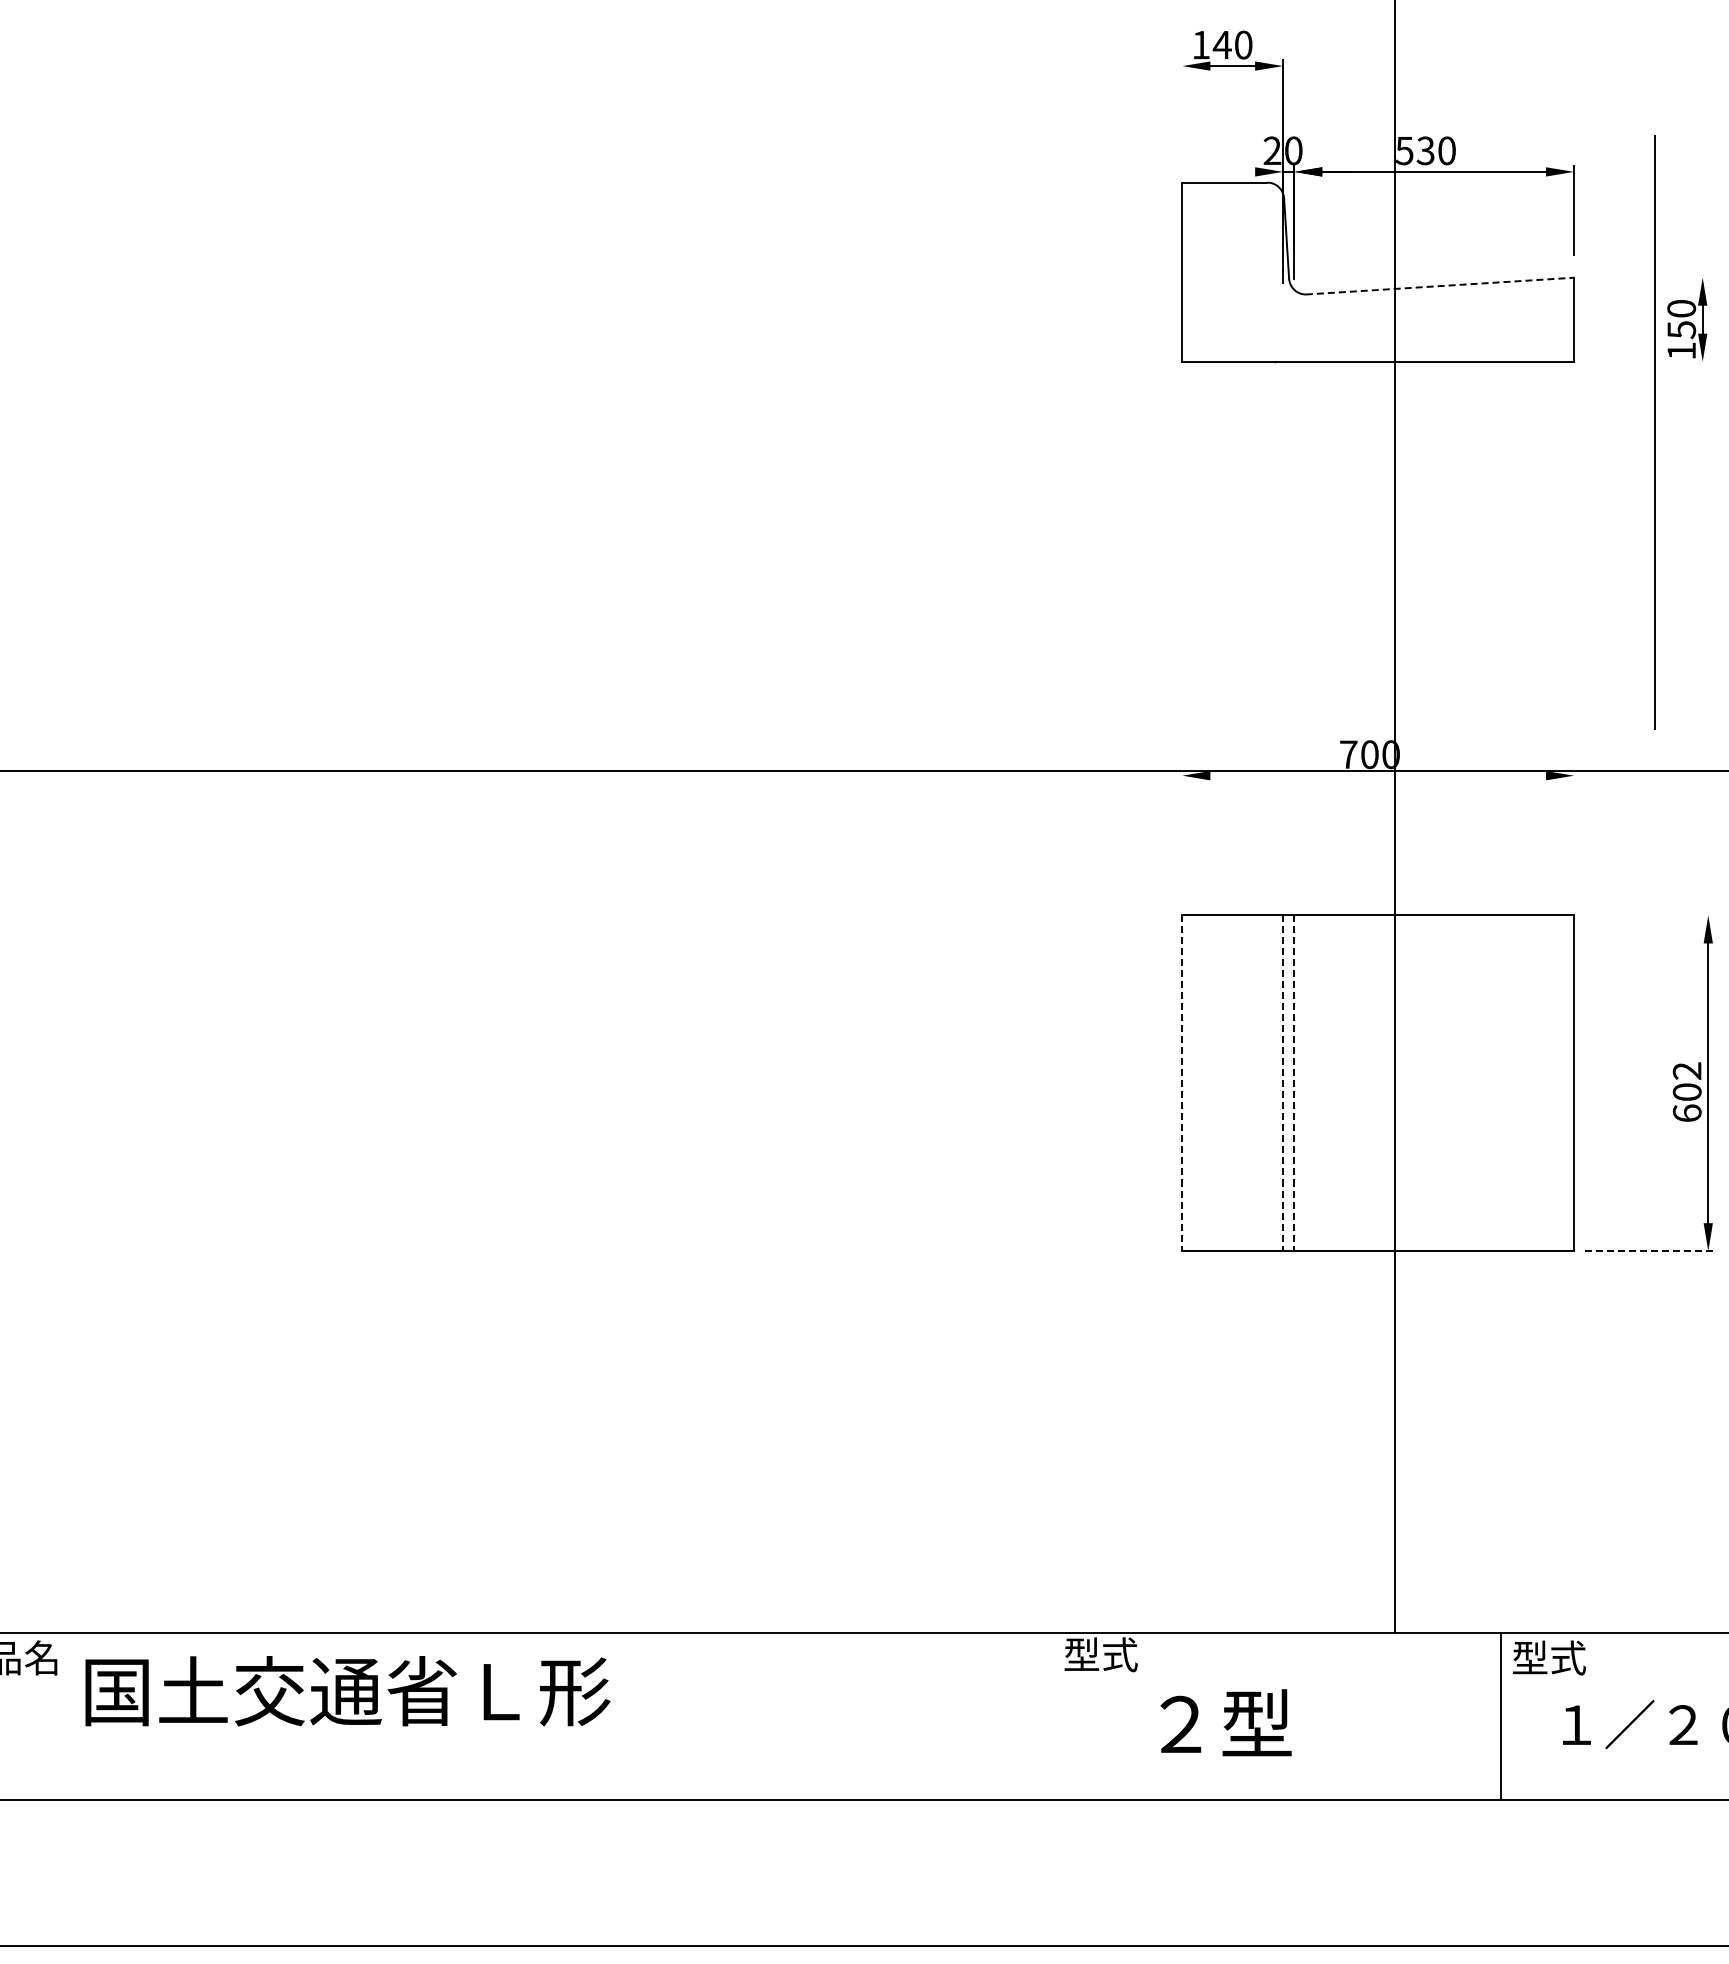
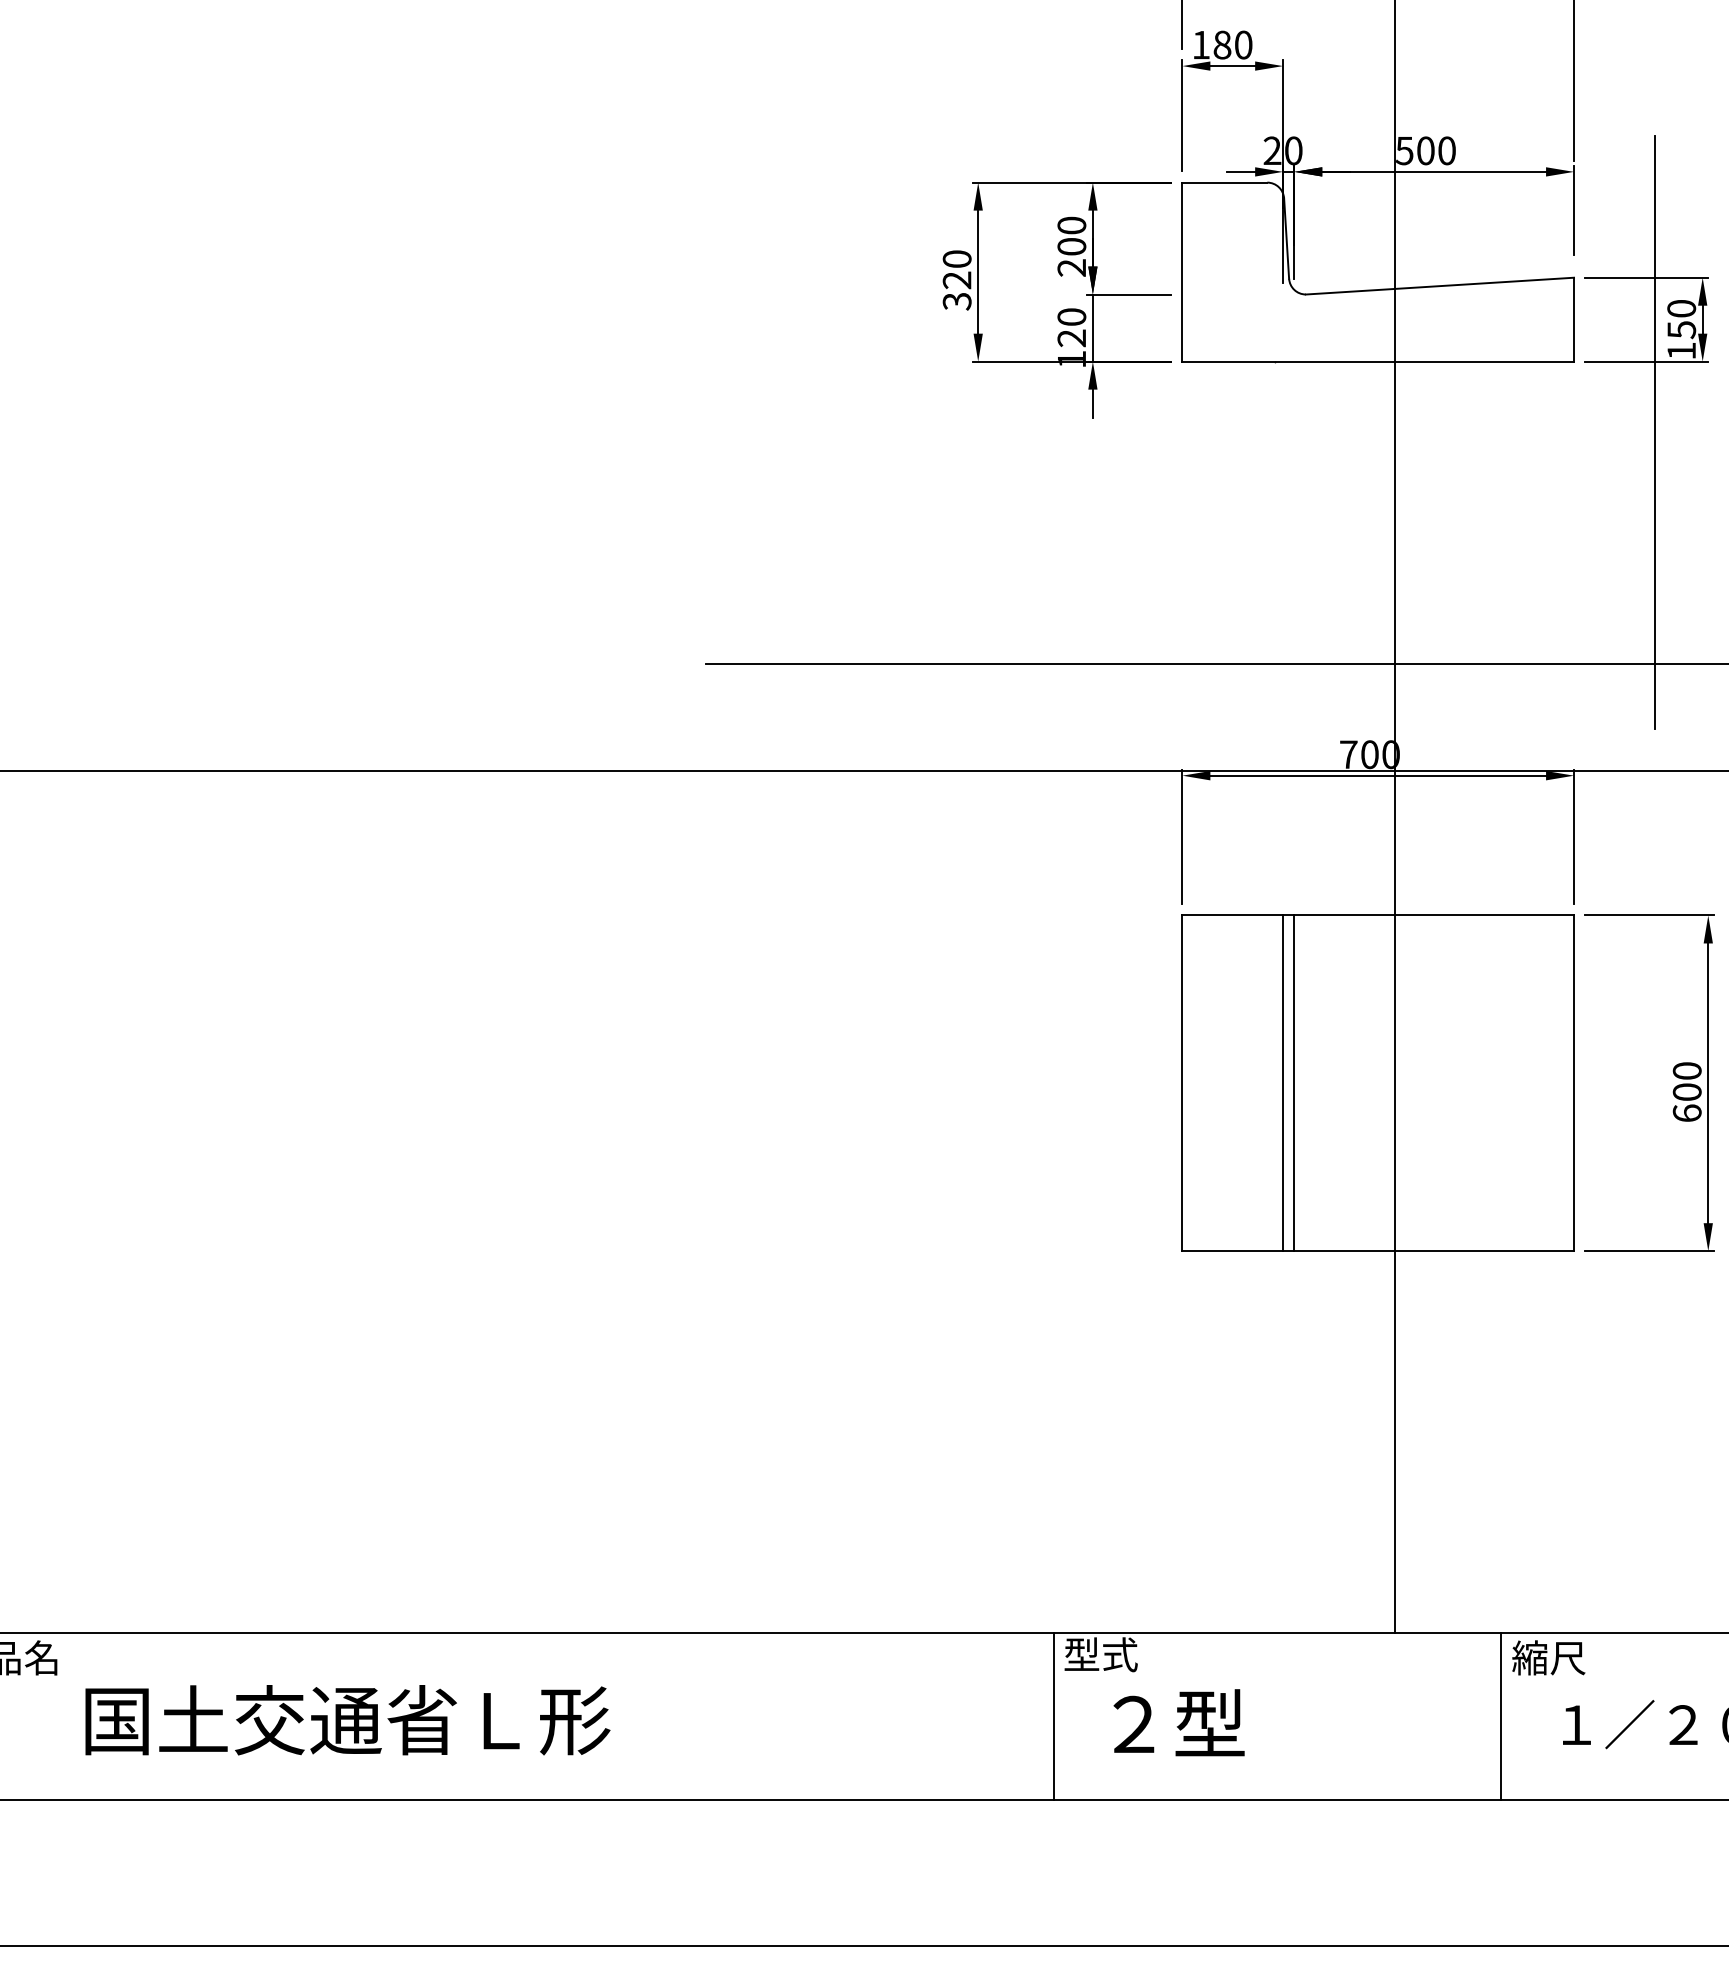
line at (1182, 25): none -> present
text at (1221, 44): 140 -> 180
line at (1574, 81): none -> present
line at (1182, 115): none -> present
text at (1425, 150): 530 -> 500
line at (1241, 171): none -> present
line at (1646, 277): none -> present
line at (1440, 286): dashed -> solid
part at (1056, 300): none -> present
line at (1646, 361): none -> present
line at (1215, 663): none -> present
line at (1378, 775): none -> present
line at (1182, 837): none -> present
line at (1574, 837): none -> present
line at (1649, 915): none -> present
text at (1686, 1070): 602 -> 600
line at (1182, 1083): dashed -> solid
line at (1283, 1083): dashed -> solid
line at (1294, 1083): dashed -> solid
line at (1650, 1251): dashed -> solid
text at (1549, 1657): 型式 -> 縮尺
text at (347, 1691) position: (347, 1691) -> (347, 1720)
line at (1053, 1716): none -> present
text at (1225, 1722) position: (1225, 1722) -> (1178, 1722)
